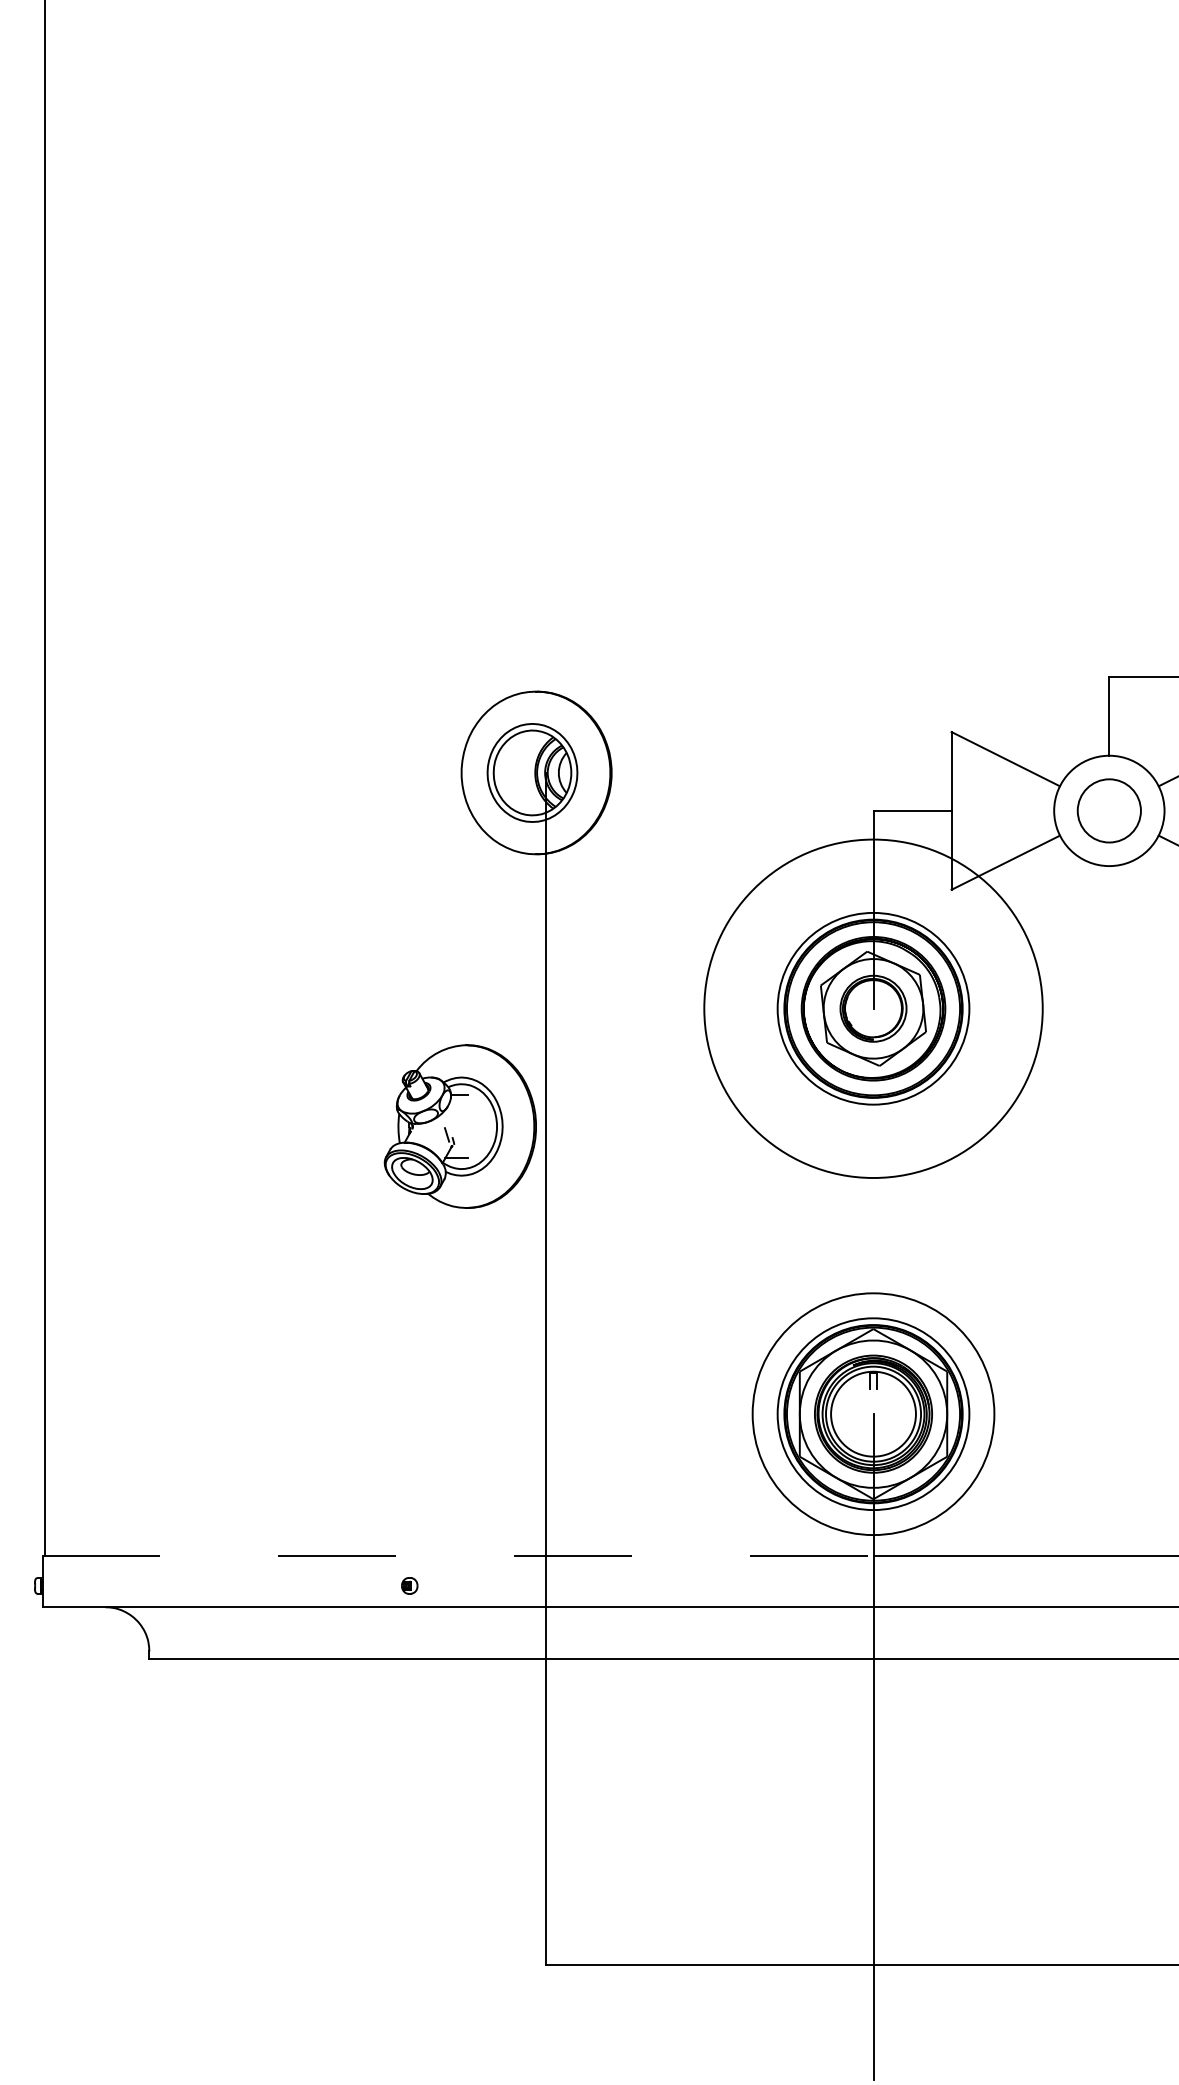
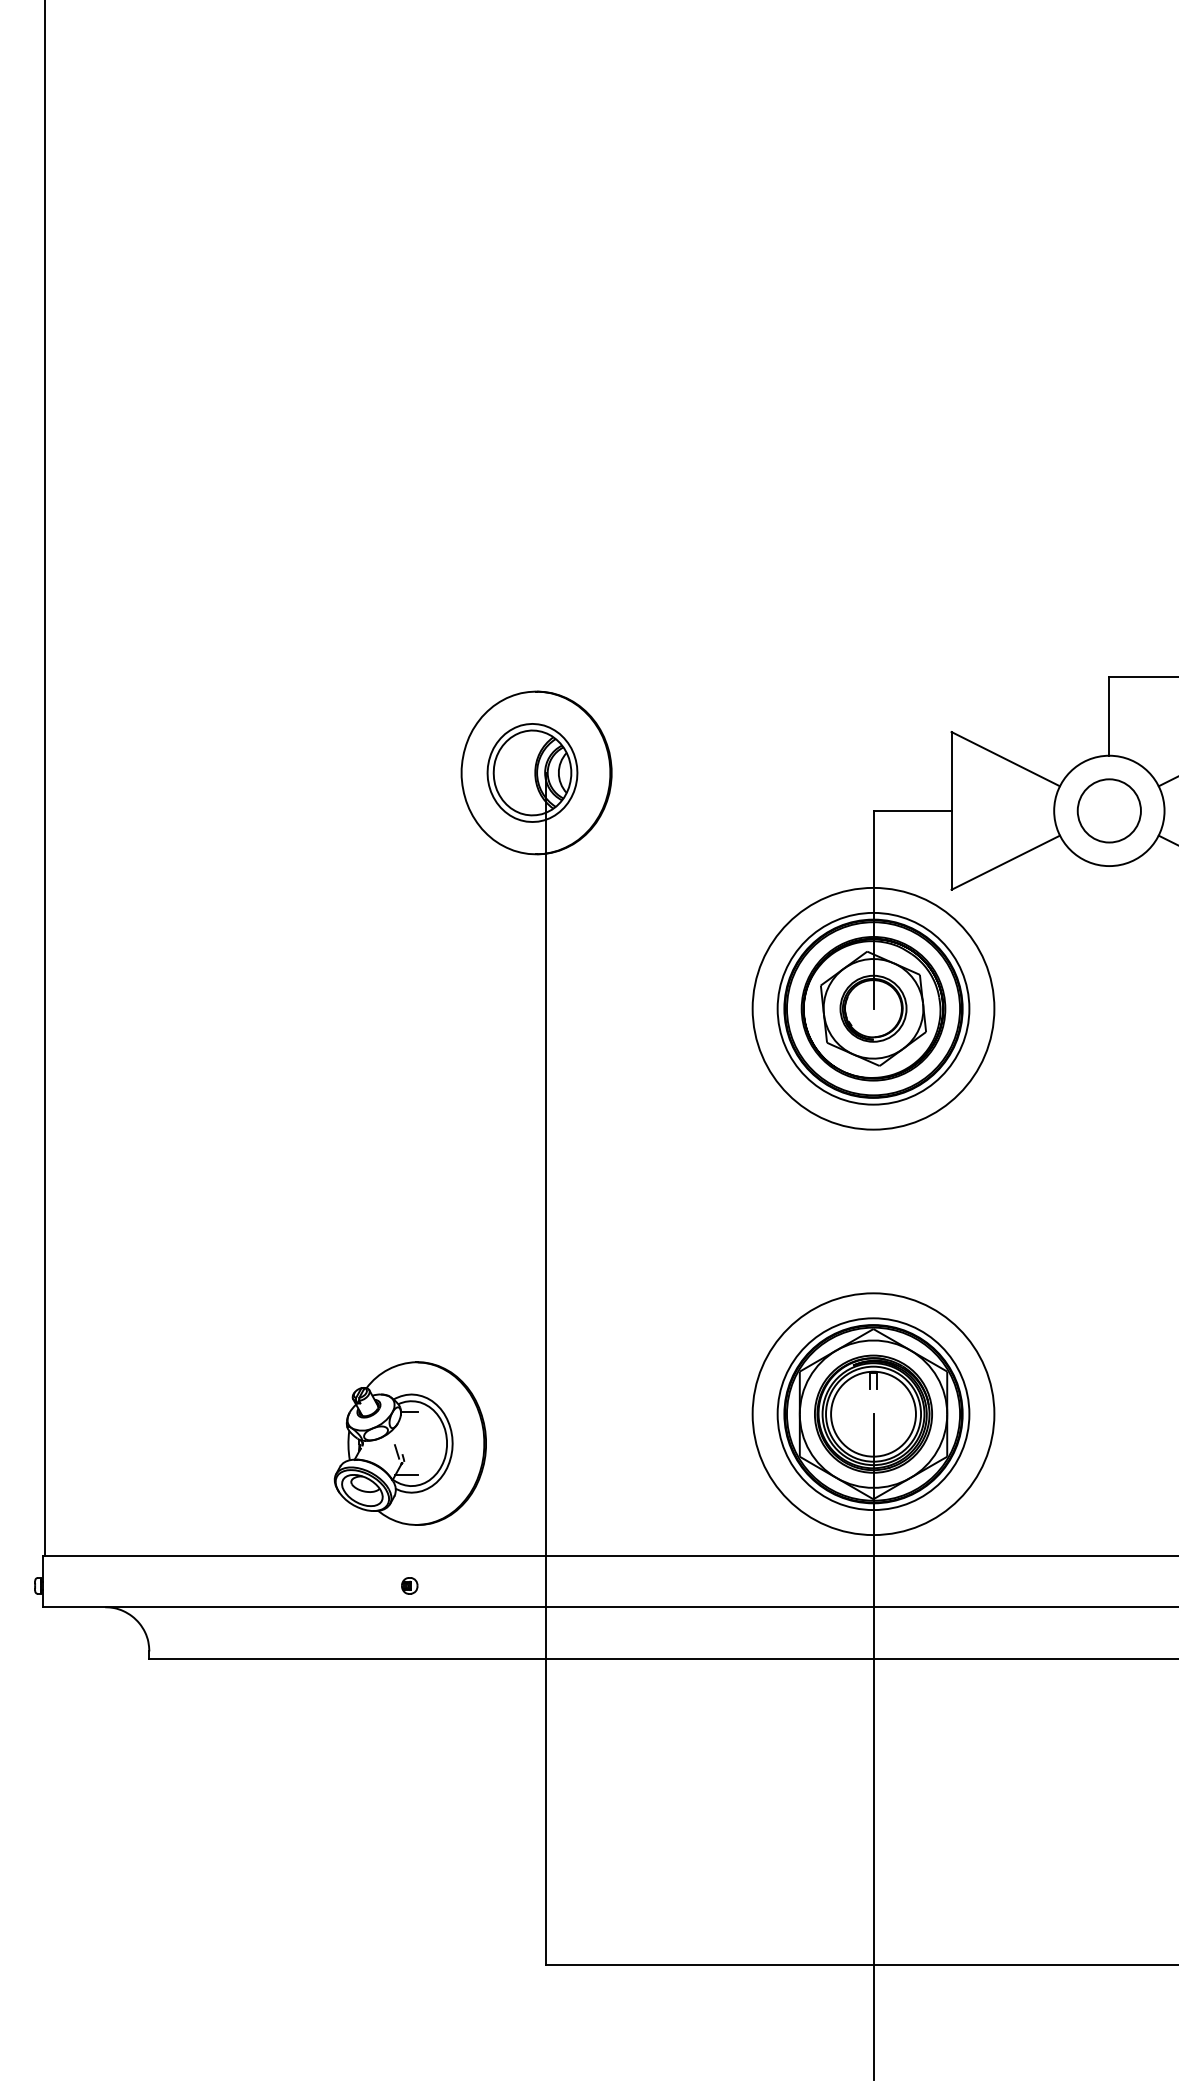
circle at (873, 1008) diameter: 338 px -> 242 px
part at (459, 1126) position: (459, 1126) -> (409, 1443)
line at (458, 1555): dashed -> solid
